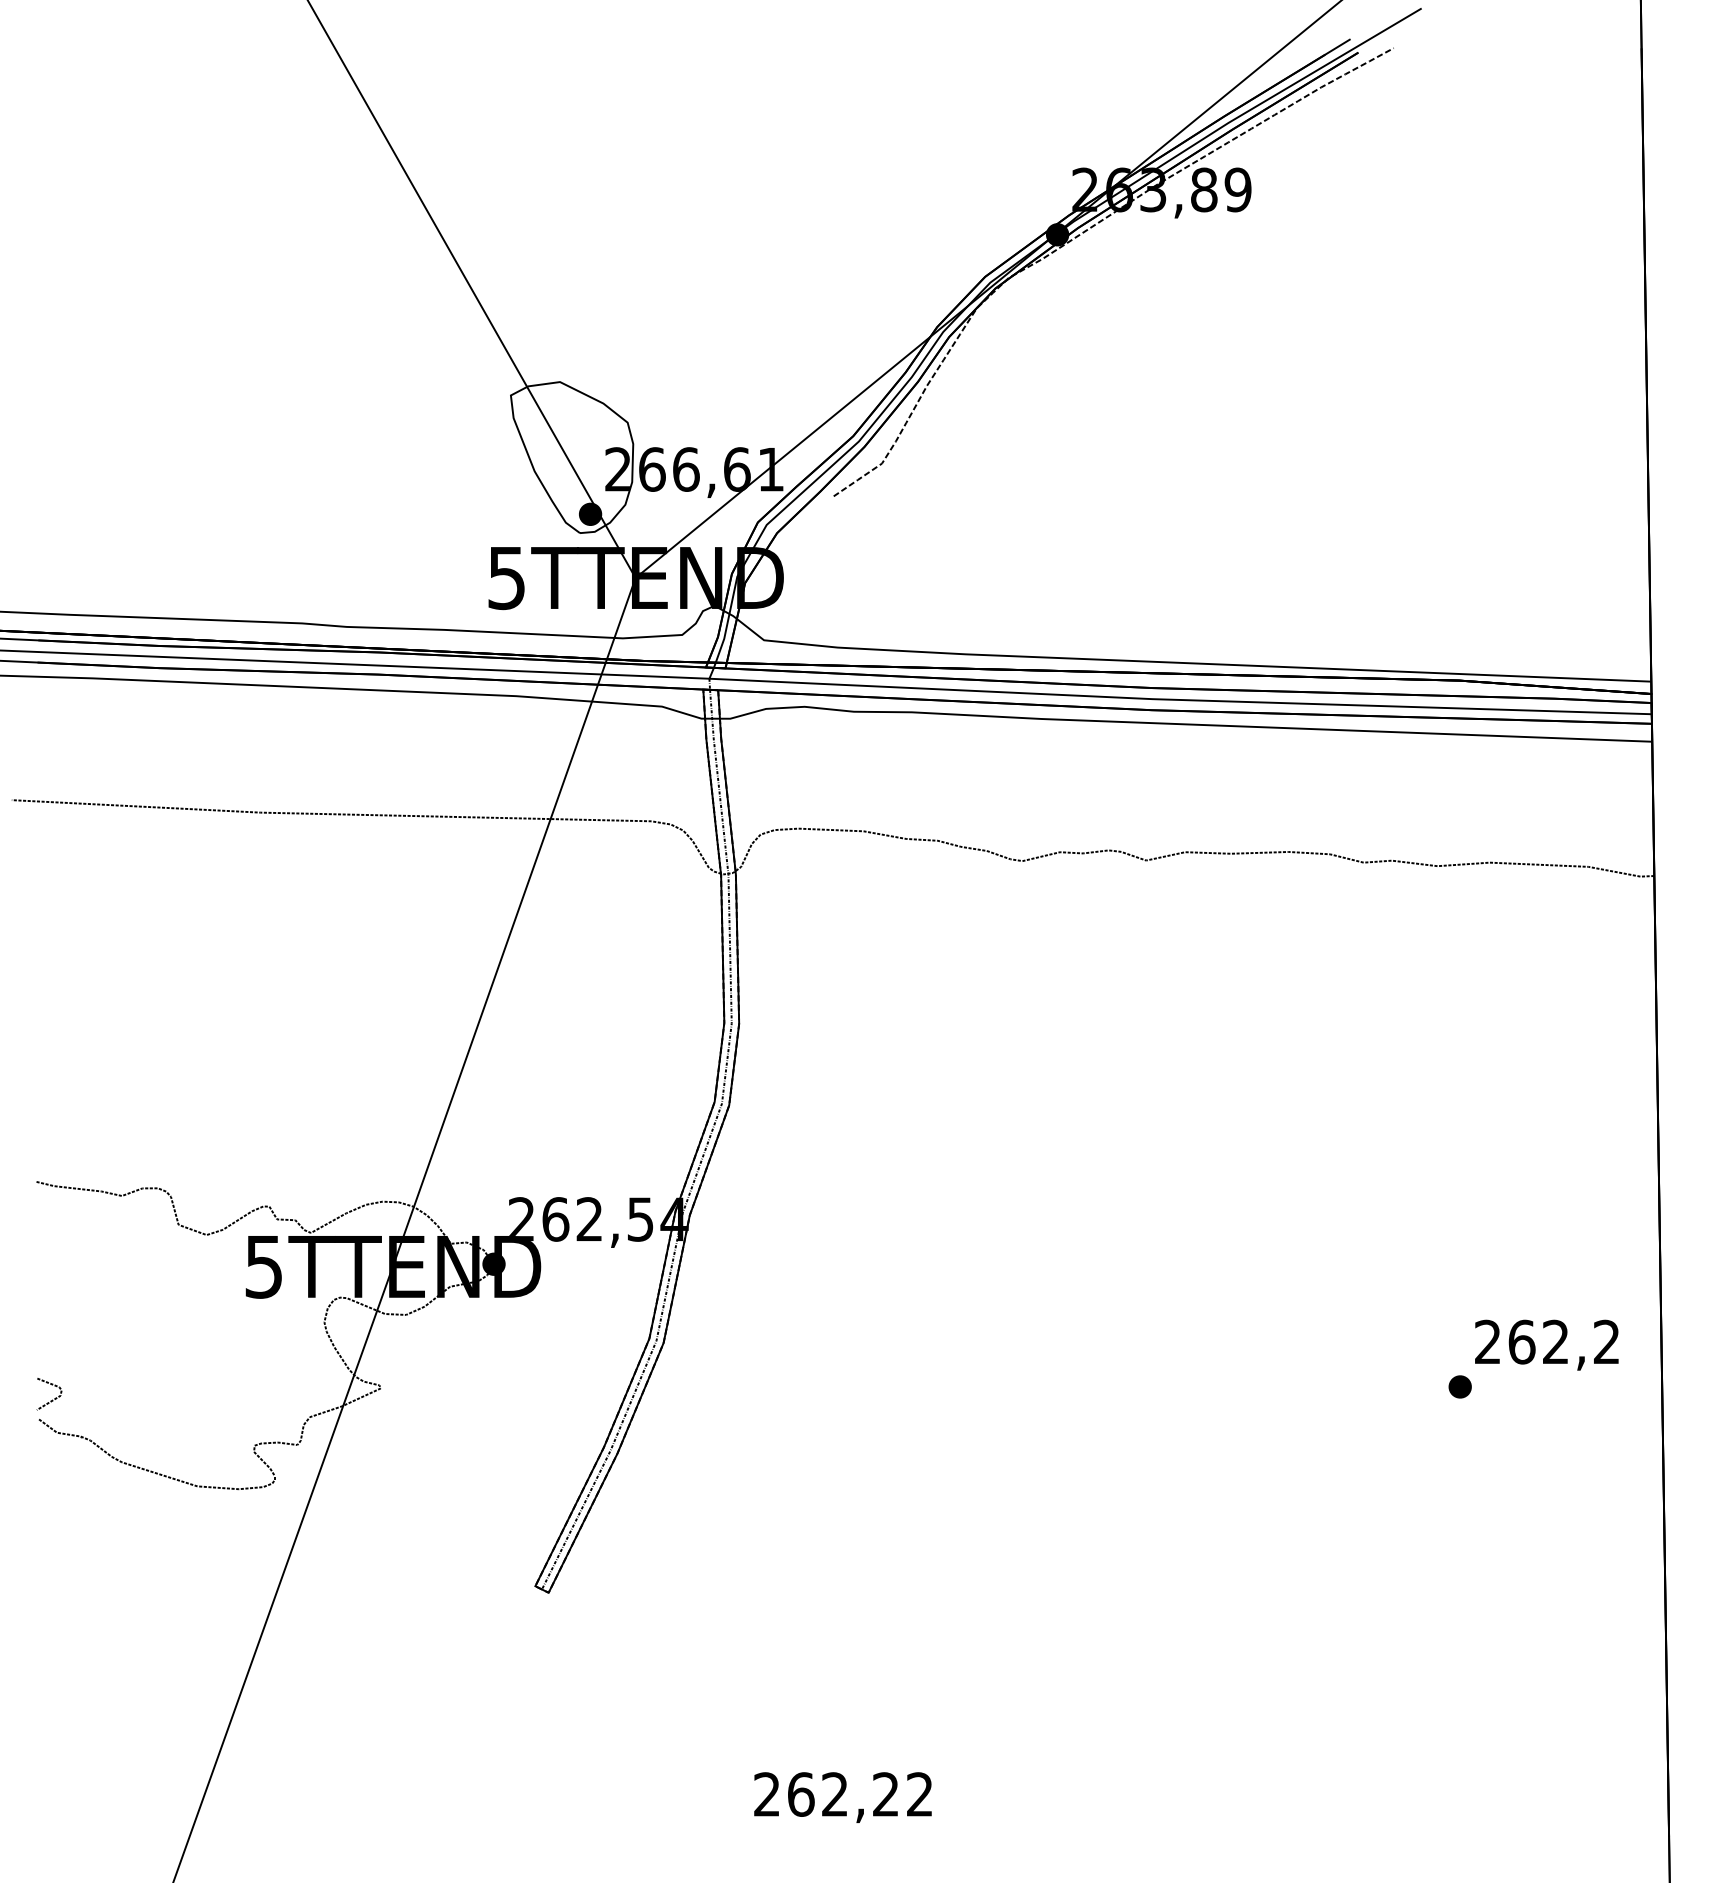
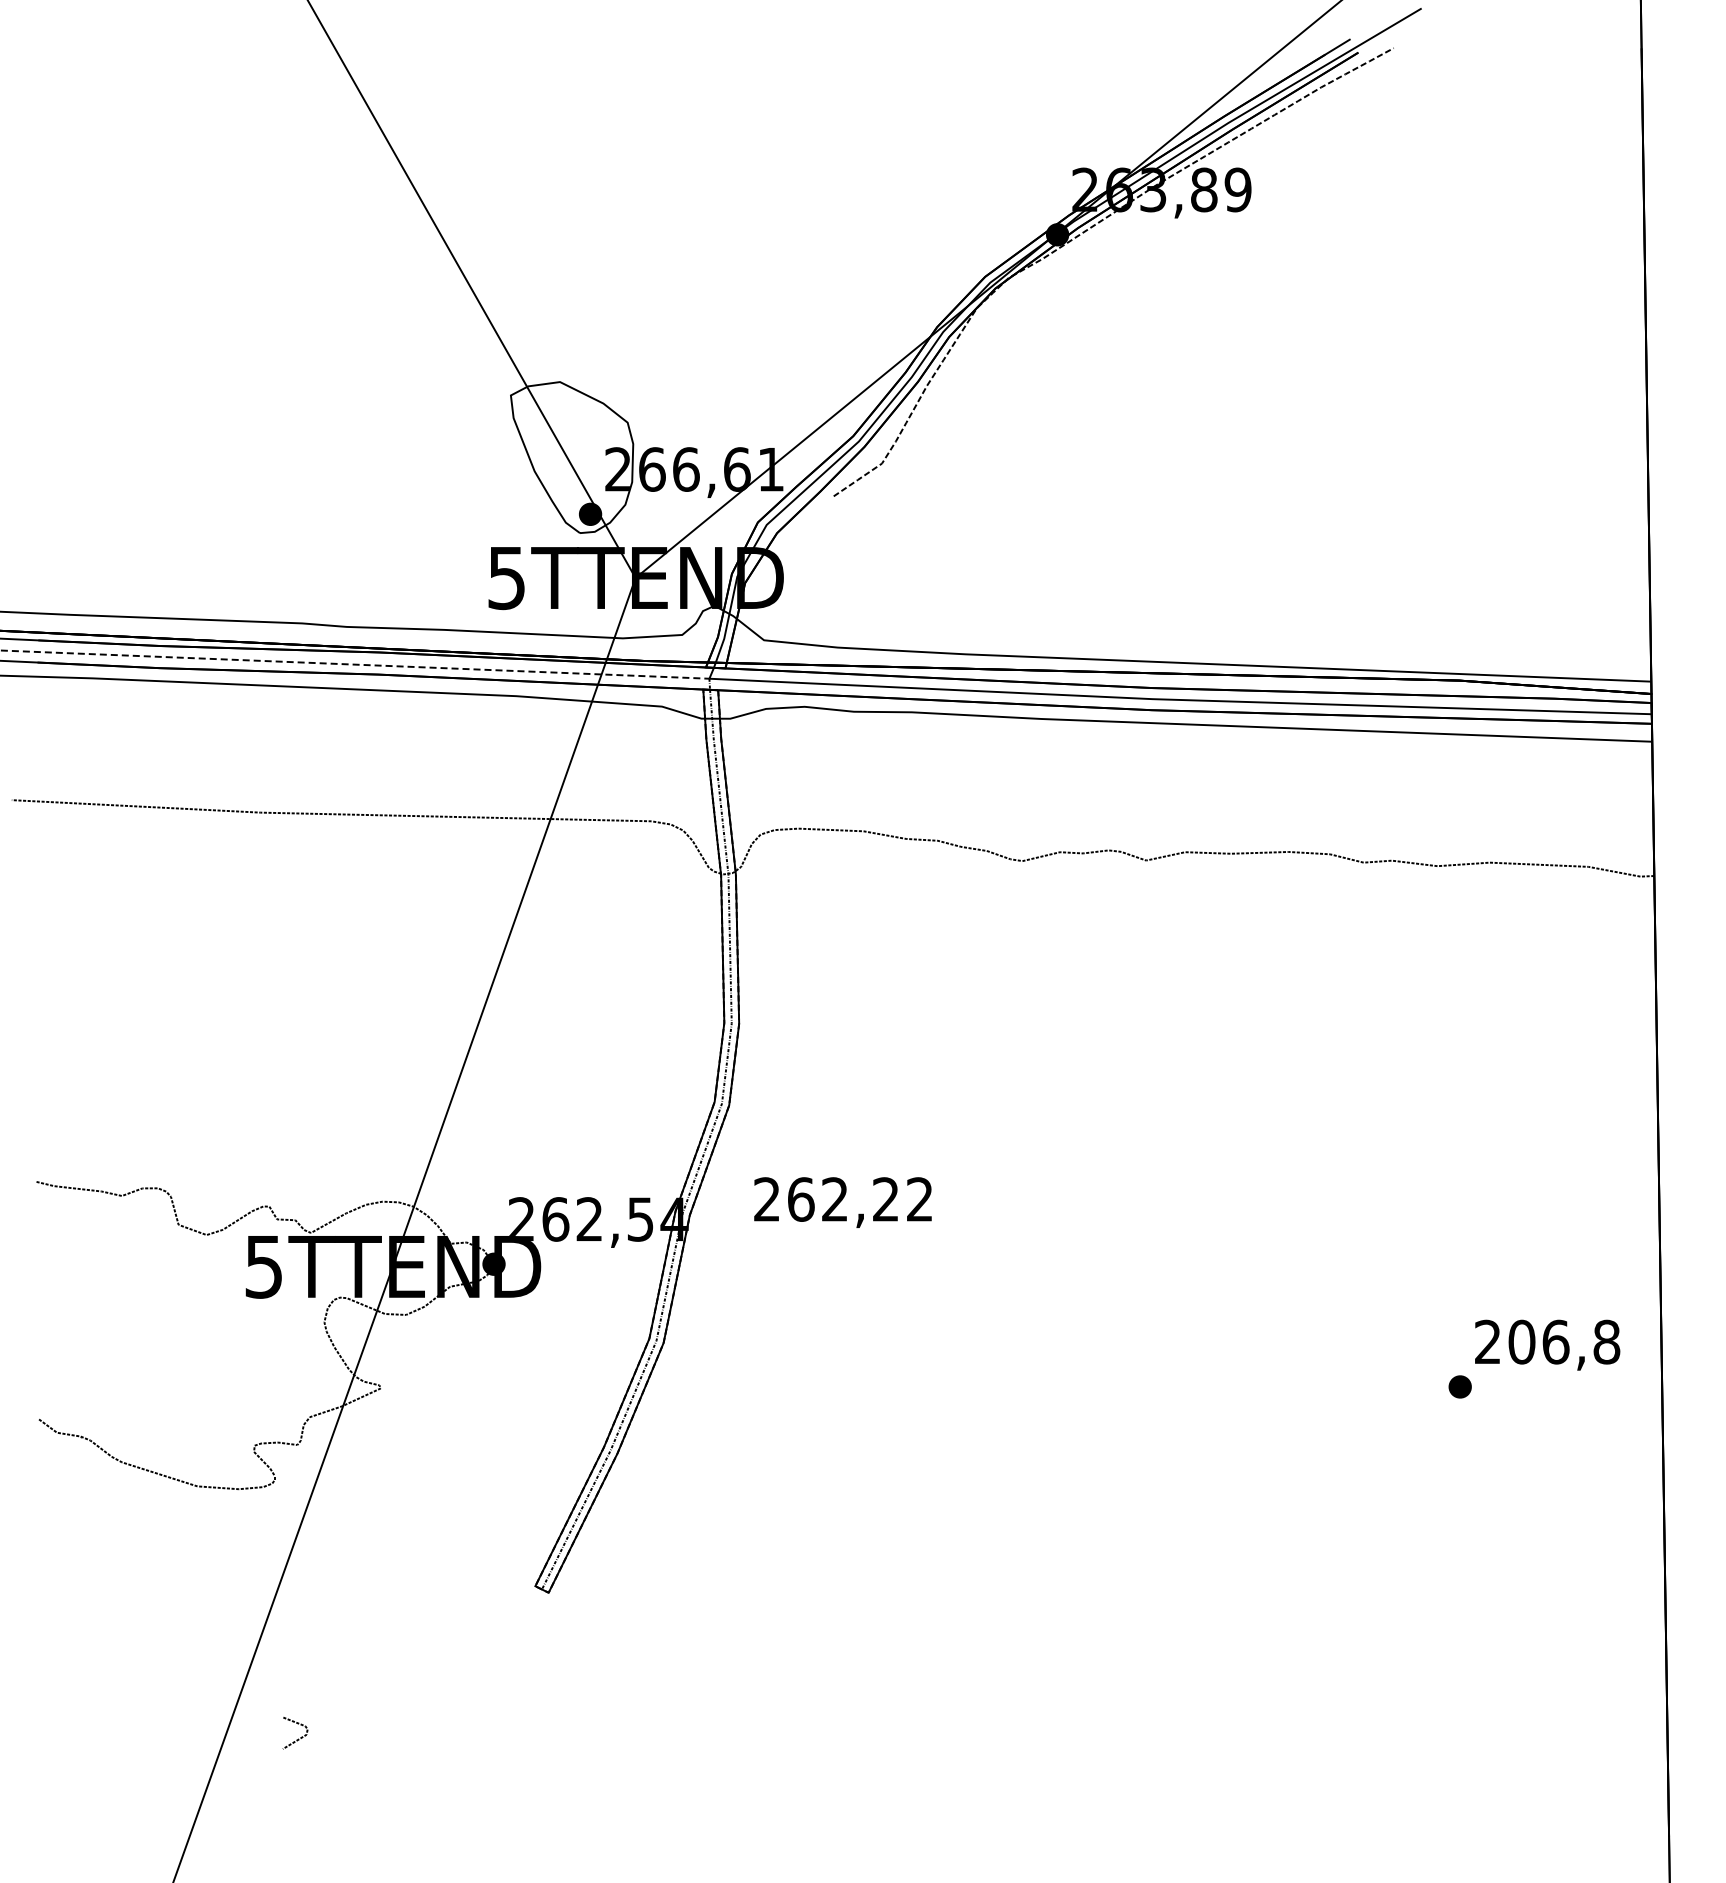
line at (354, 664): solid -> dashed
text at (1564, 1341): 262,2 -> 206,8
line at (52, 1399) position: (52, 1399) -> (298, 1738)
text at (842, 1797) position: (842, 1797) -> (842, 1202)
